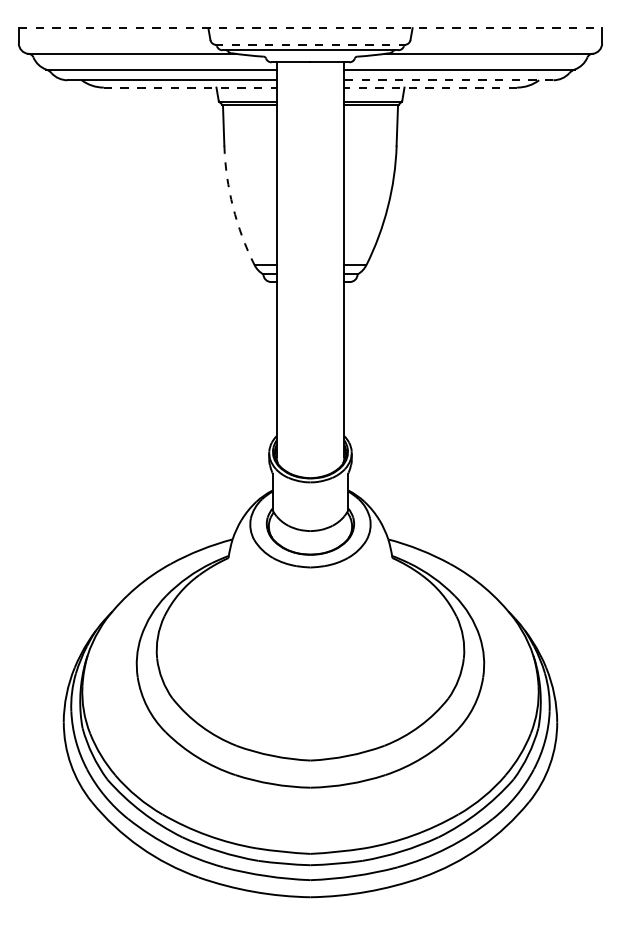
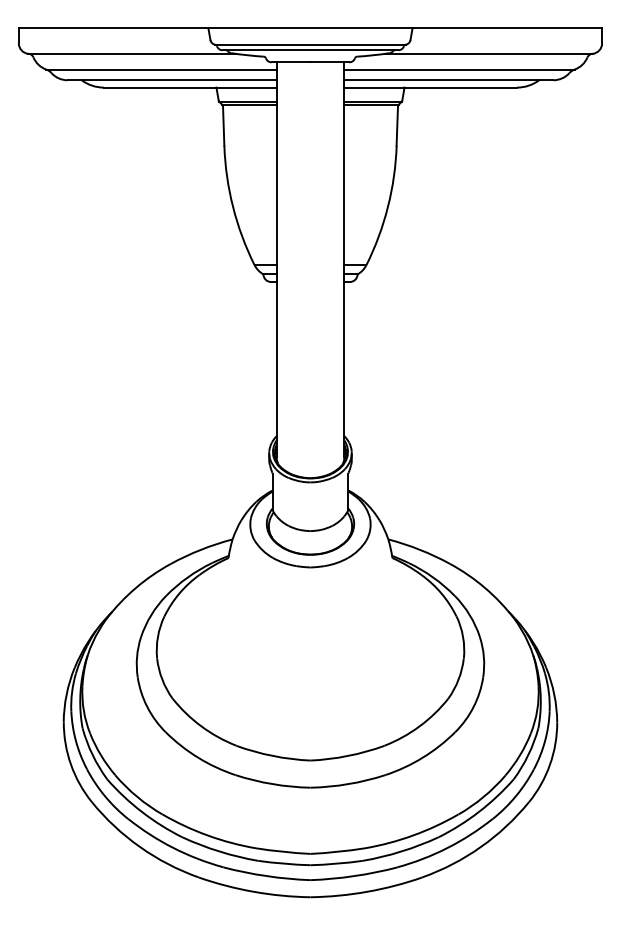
line at (310, 28): dashed -> solid
line at (310, 44): dashed -> solid
line at (448, 80): dashed -> solid
line at (190, 87): dashed -> solid
line at (430, 87): dashed -> solid
arc at (233, 207): dashed -> solid
